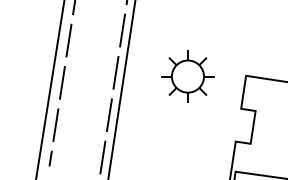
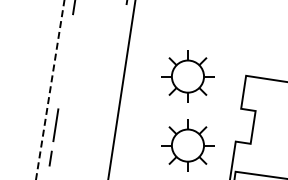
line at (122, 30): present -> none
line at (68, 40): present -> none
line at (115, 72): present -> none
line at (61, 82): present -> none
line at (50, 89): solid -> dashed
line at (108, 115): present -> none
part at (187, 145): none -> present
line at (102, 157): present -> none
